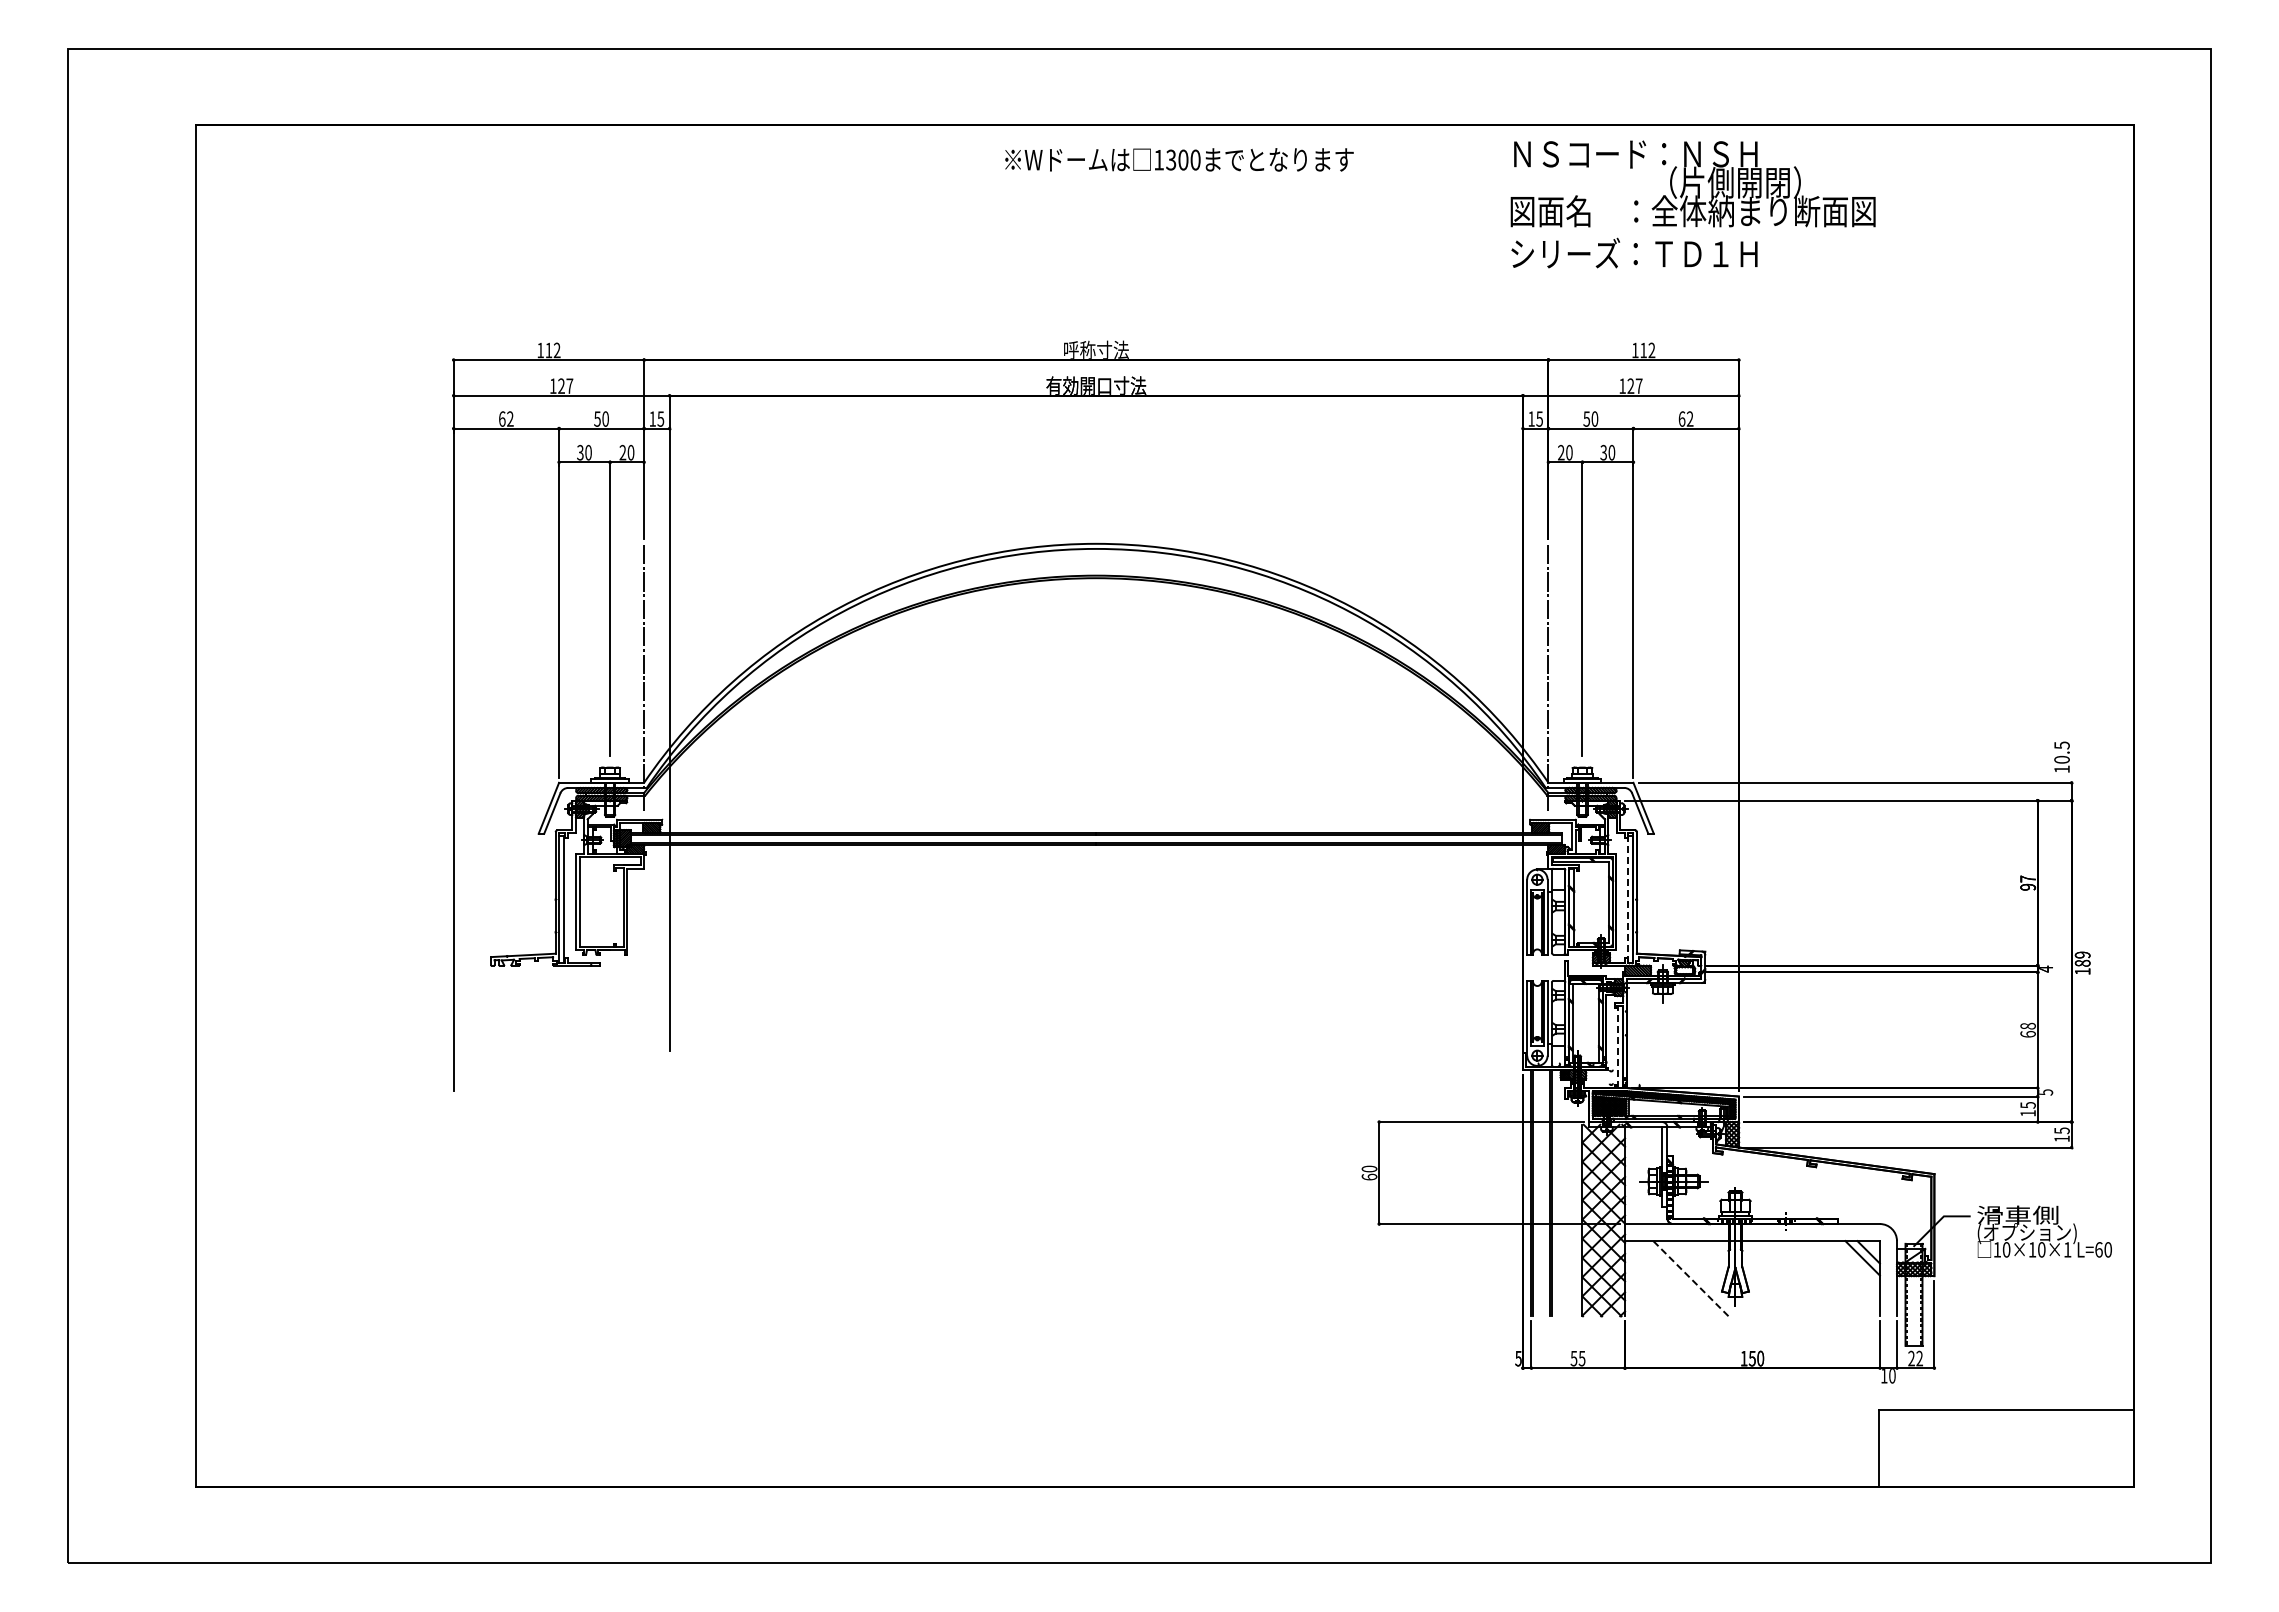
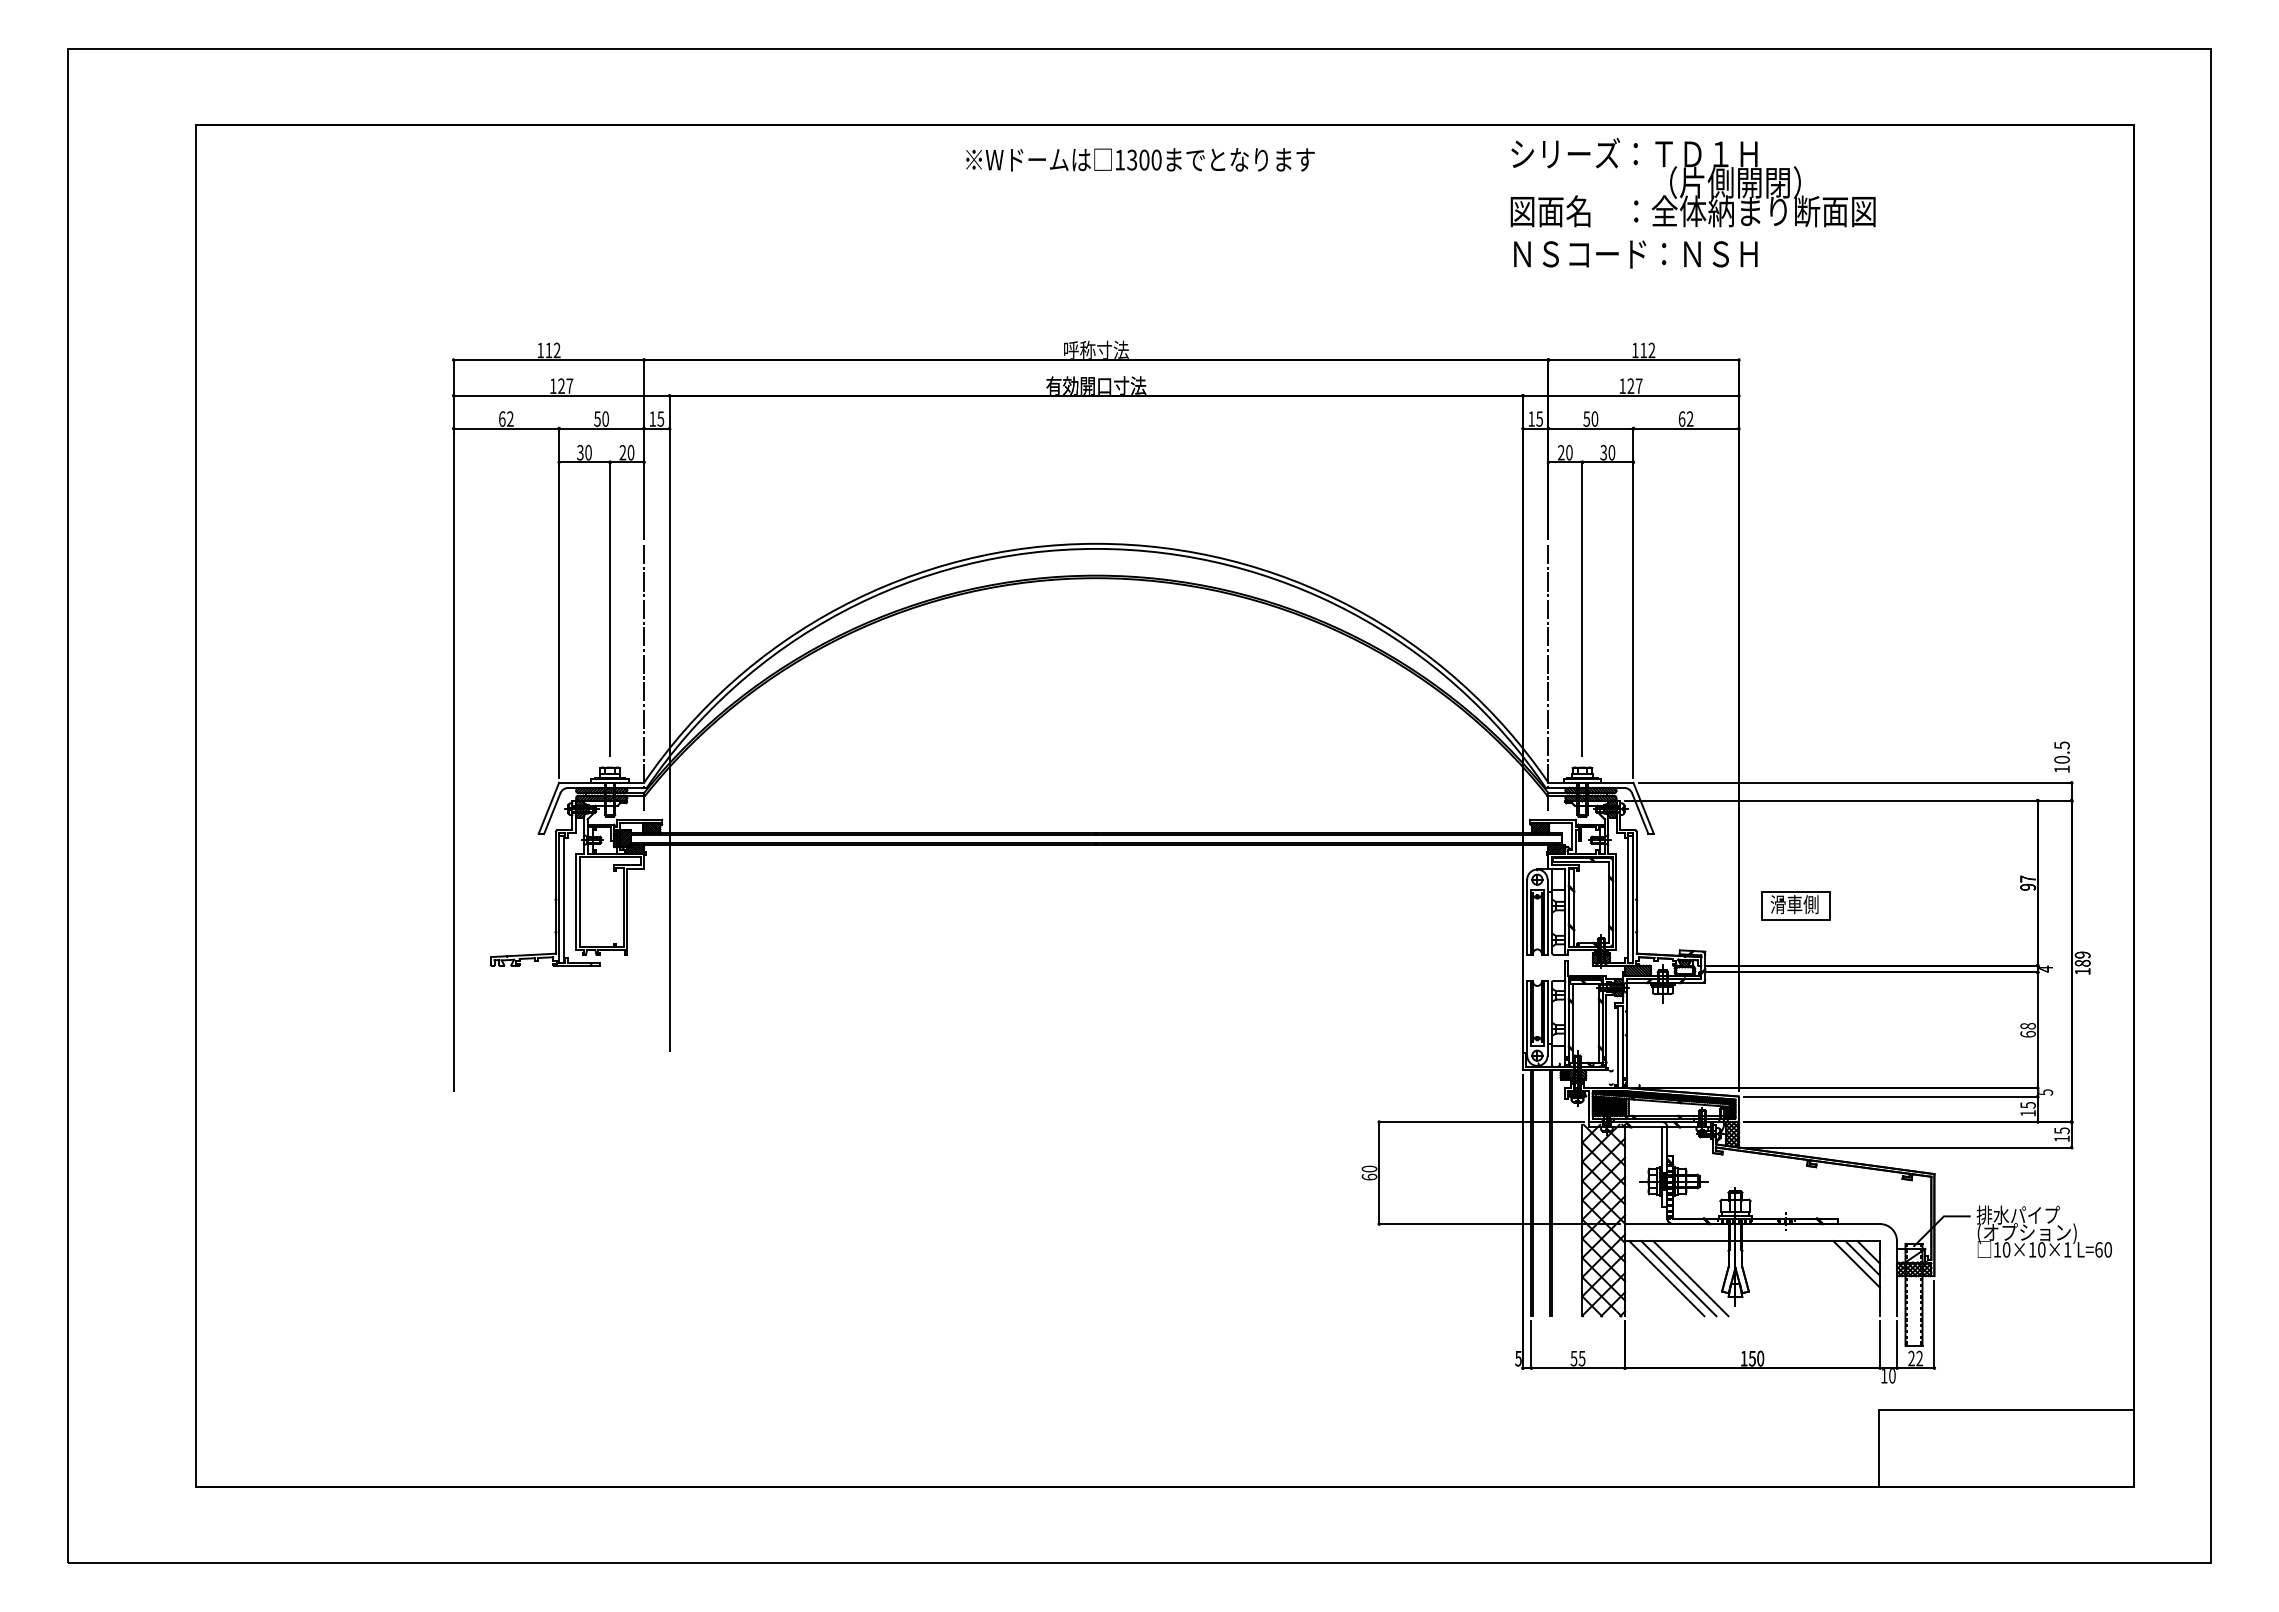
text at (1619, 152): ＮＳコード：ＮＳＨ -> シリーズ：ＴＤ１Ｈ
text at (1179, 159) position: (1179, 159) -> (1140, 159)
text at (1619, 252): シリーズ：ＴＤ１Ｈ -> ＮＳコード：ＮＳＨ
line at (1628, 899): dashed -> solid
part at (1795, 905): none -> present
line at (1618, 1047): dashed -> solid
text at (2017, 1214): 滑車側 -> 排水パイプ
line at (1856, 1264): none -> present
line at (1666, 1278): none -> present
line at (1678, 1278): none -> present
line at (1690, 1278): dashed -> solid
